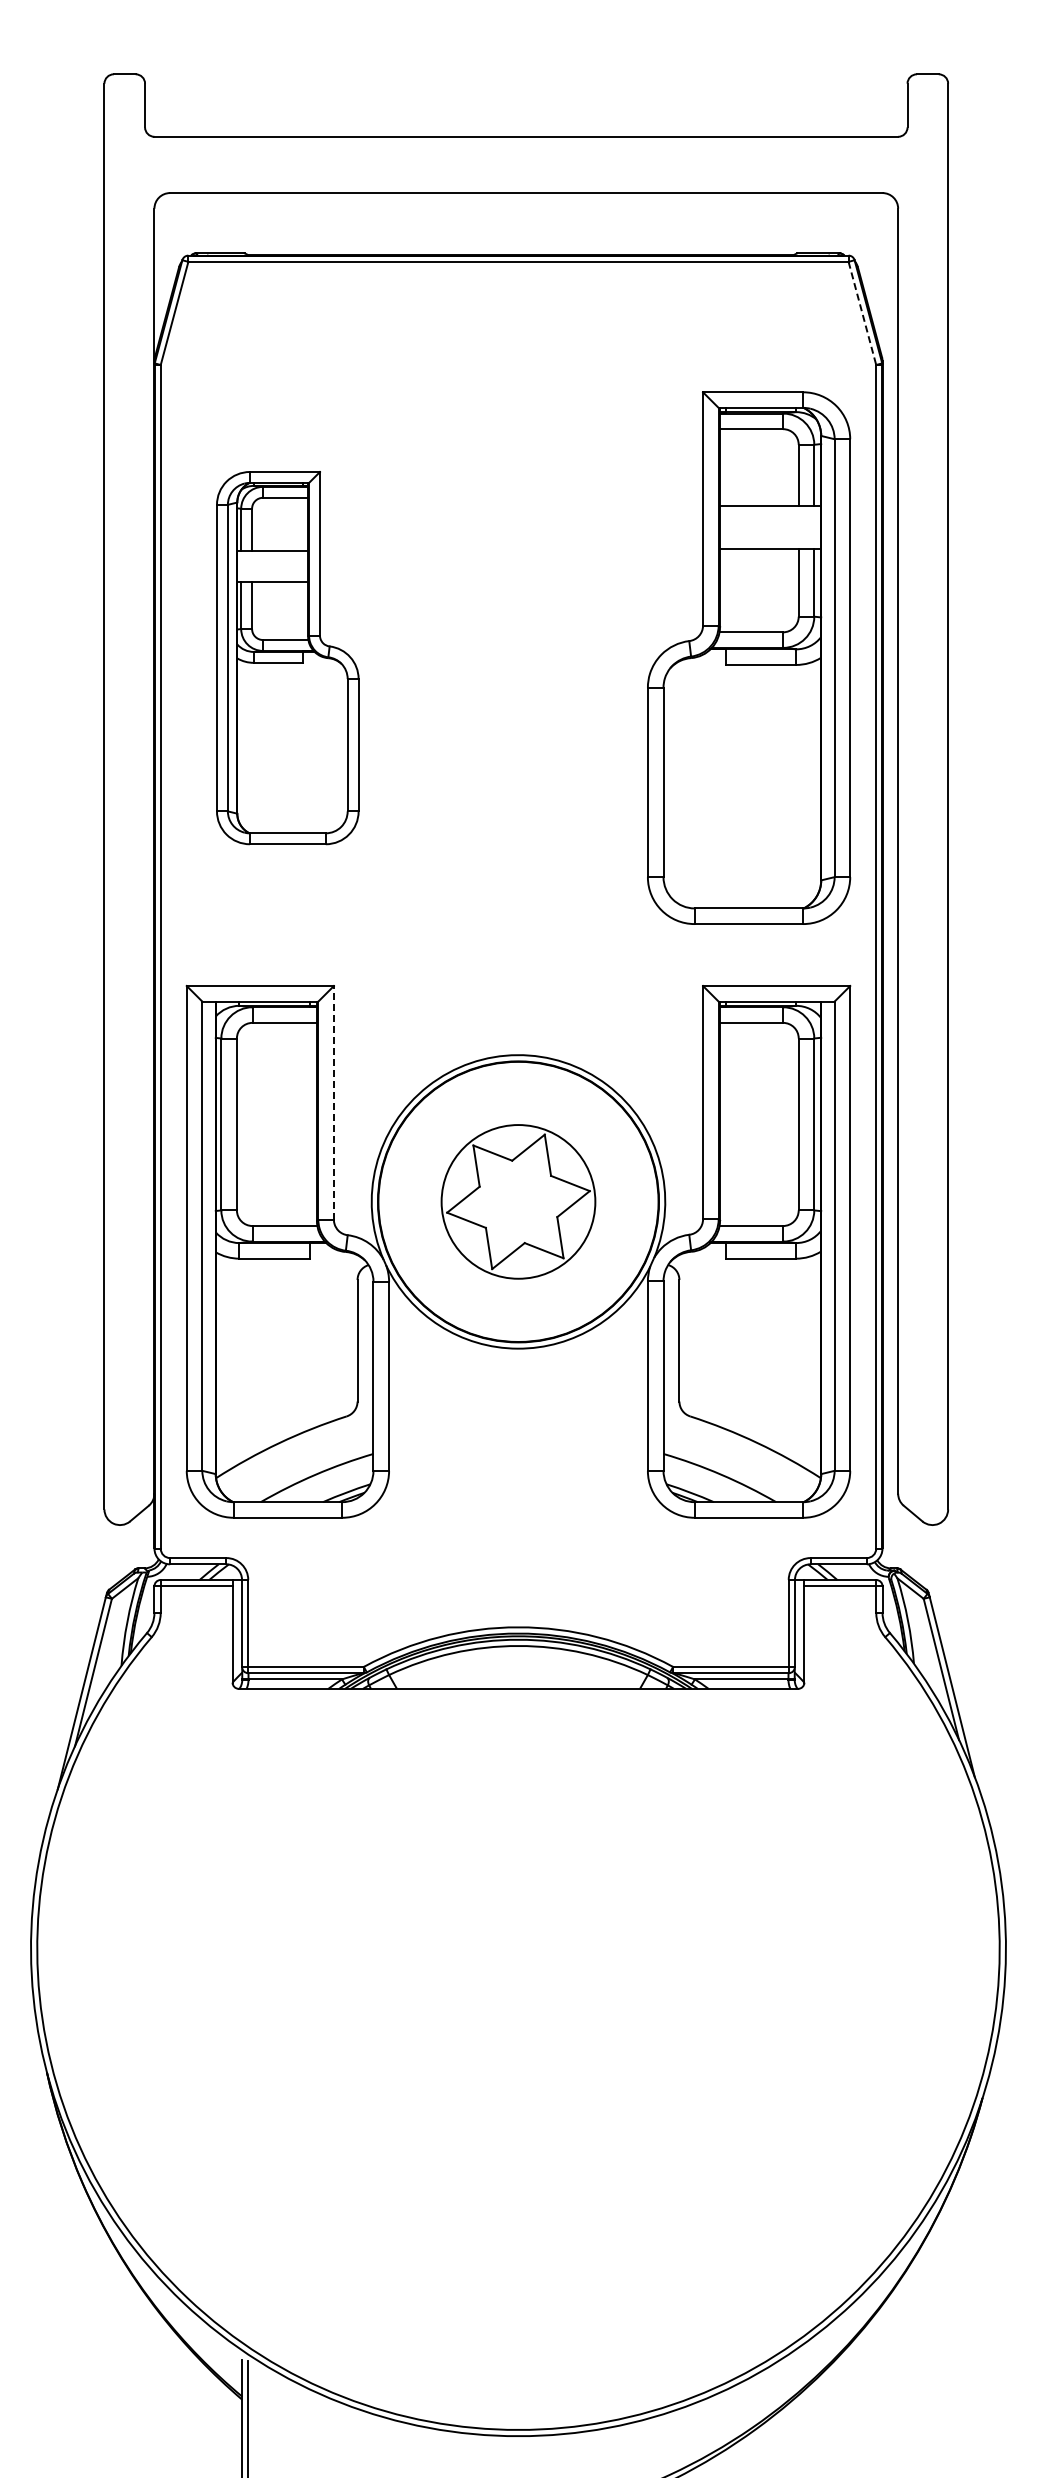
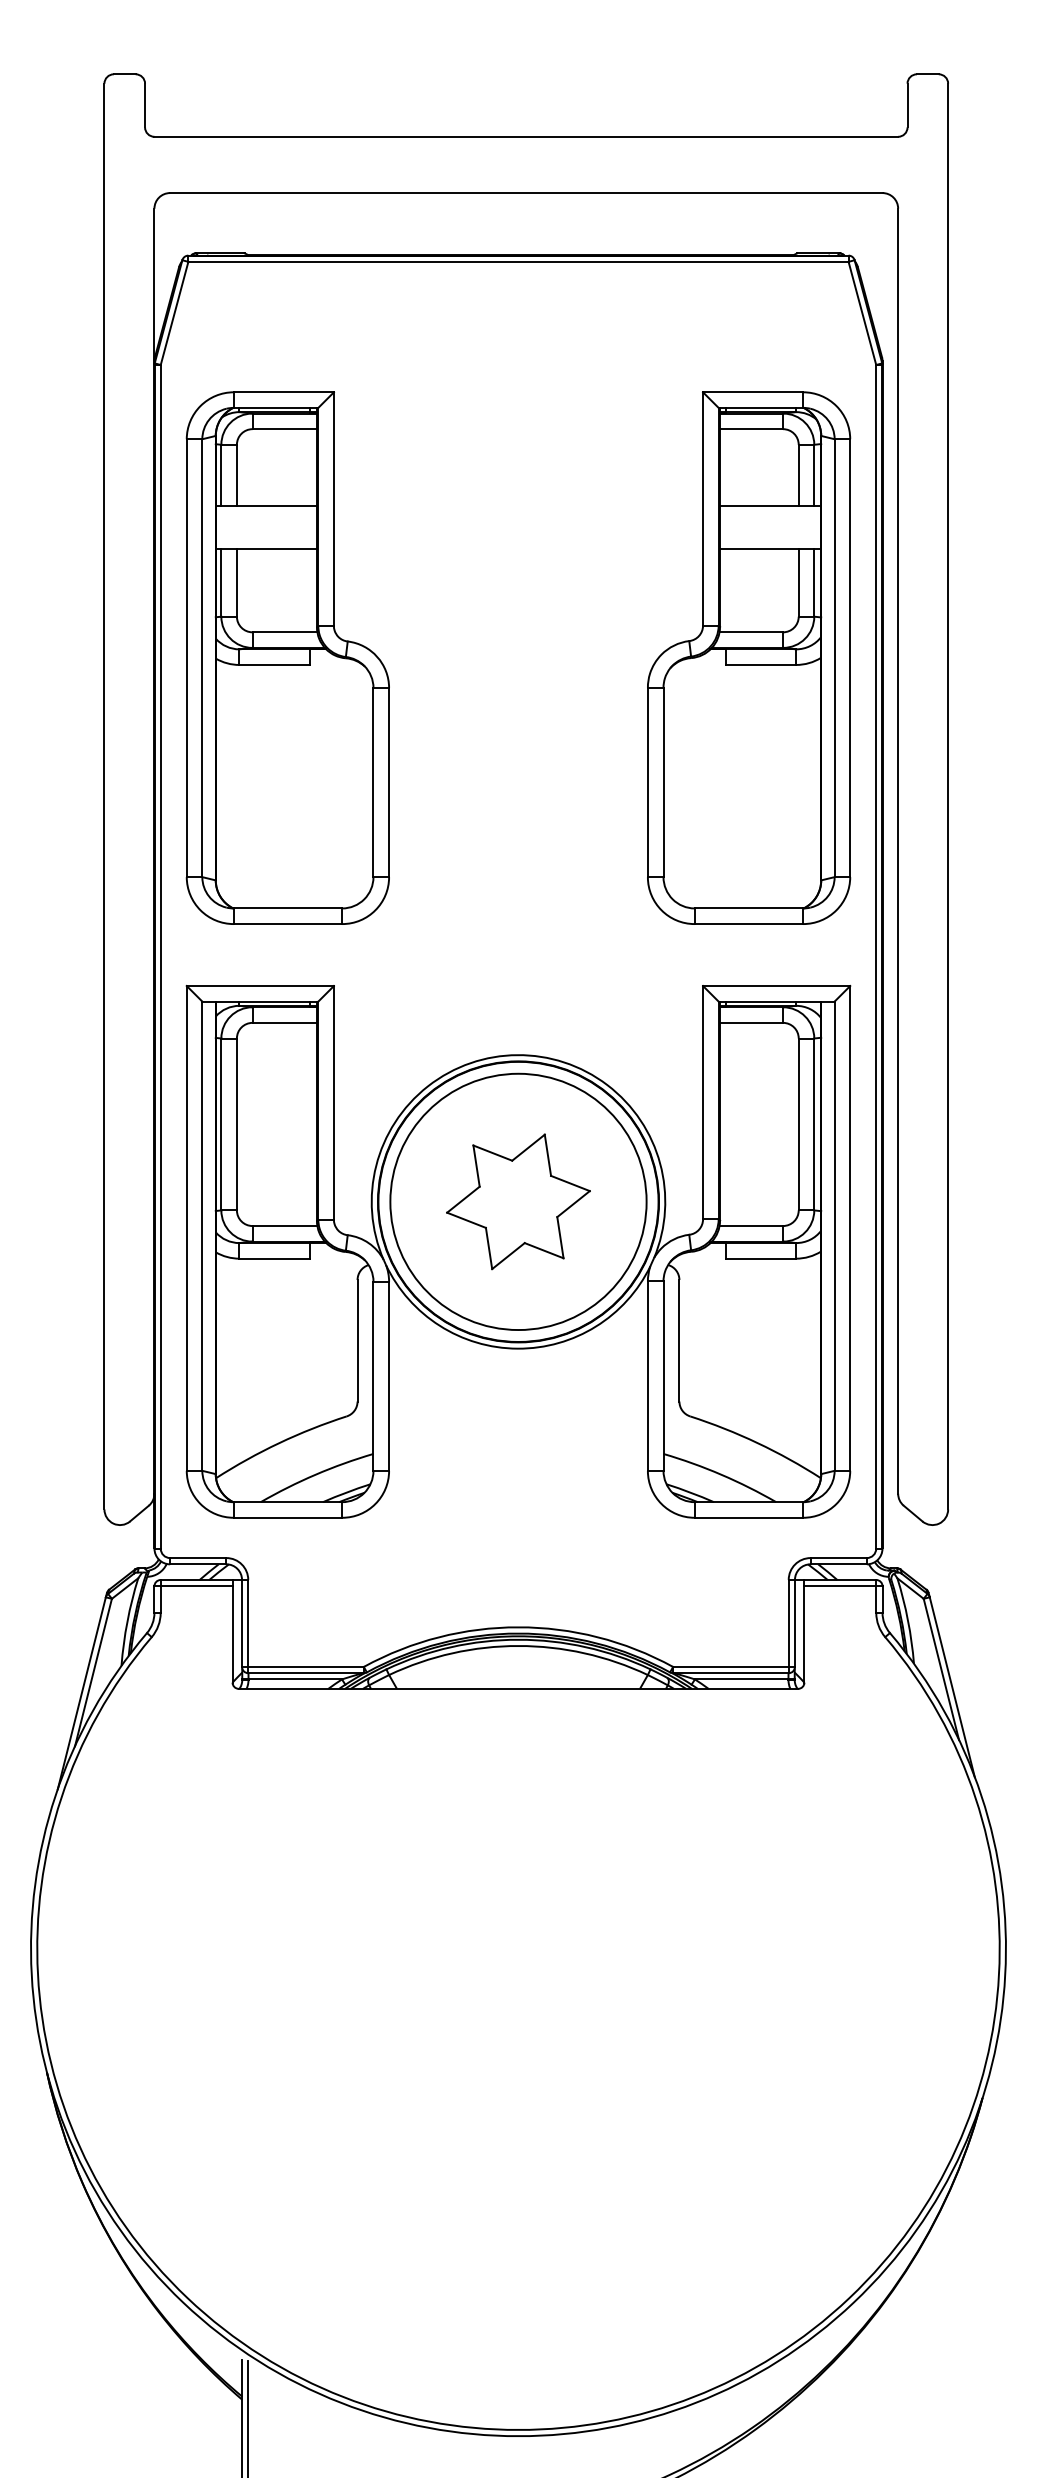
line at (862, 313): dashed -> solid
part at (287, 658) size: 144x375 px -> 205x534 px
line at (333, 1102): dashed -> solid
circle at (518, 1201) diameter: 154 px -> 256 px
